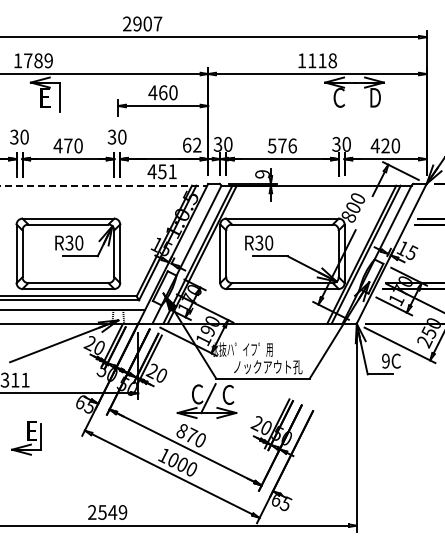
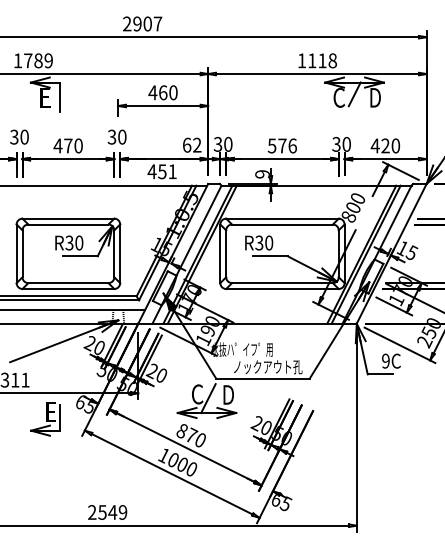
line at (354, 94): none -> present
line at (104, 185): dashed -> solid
text at (228, 394): C -> D
part at (26, 438) position: (26, 438) -> (45, 419)
